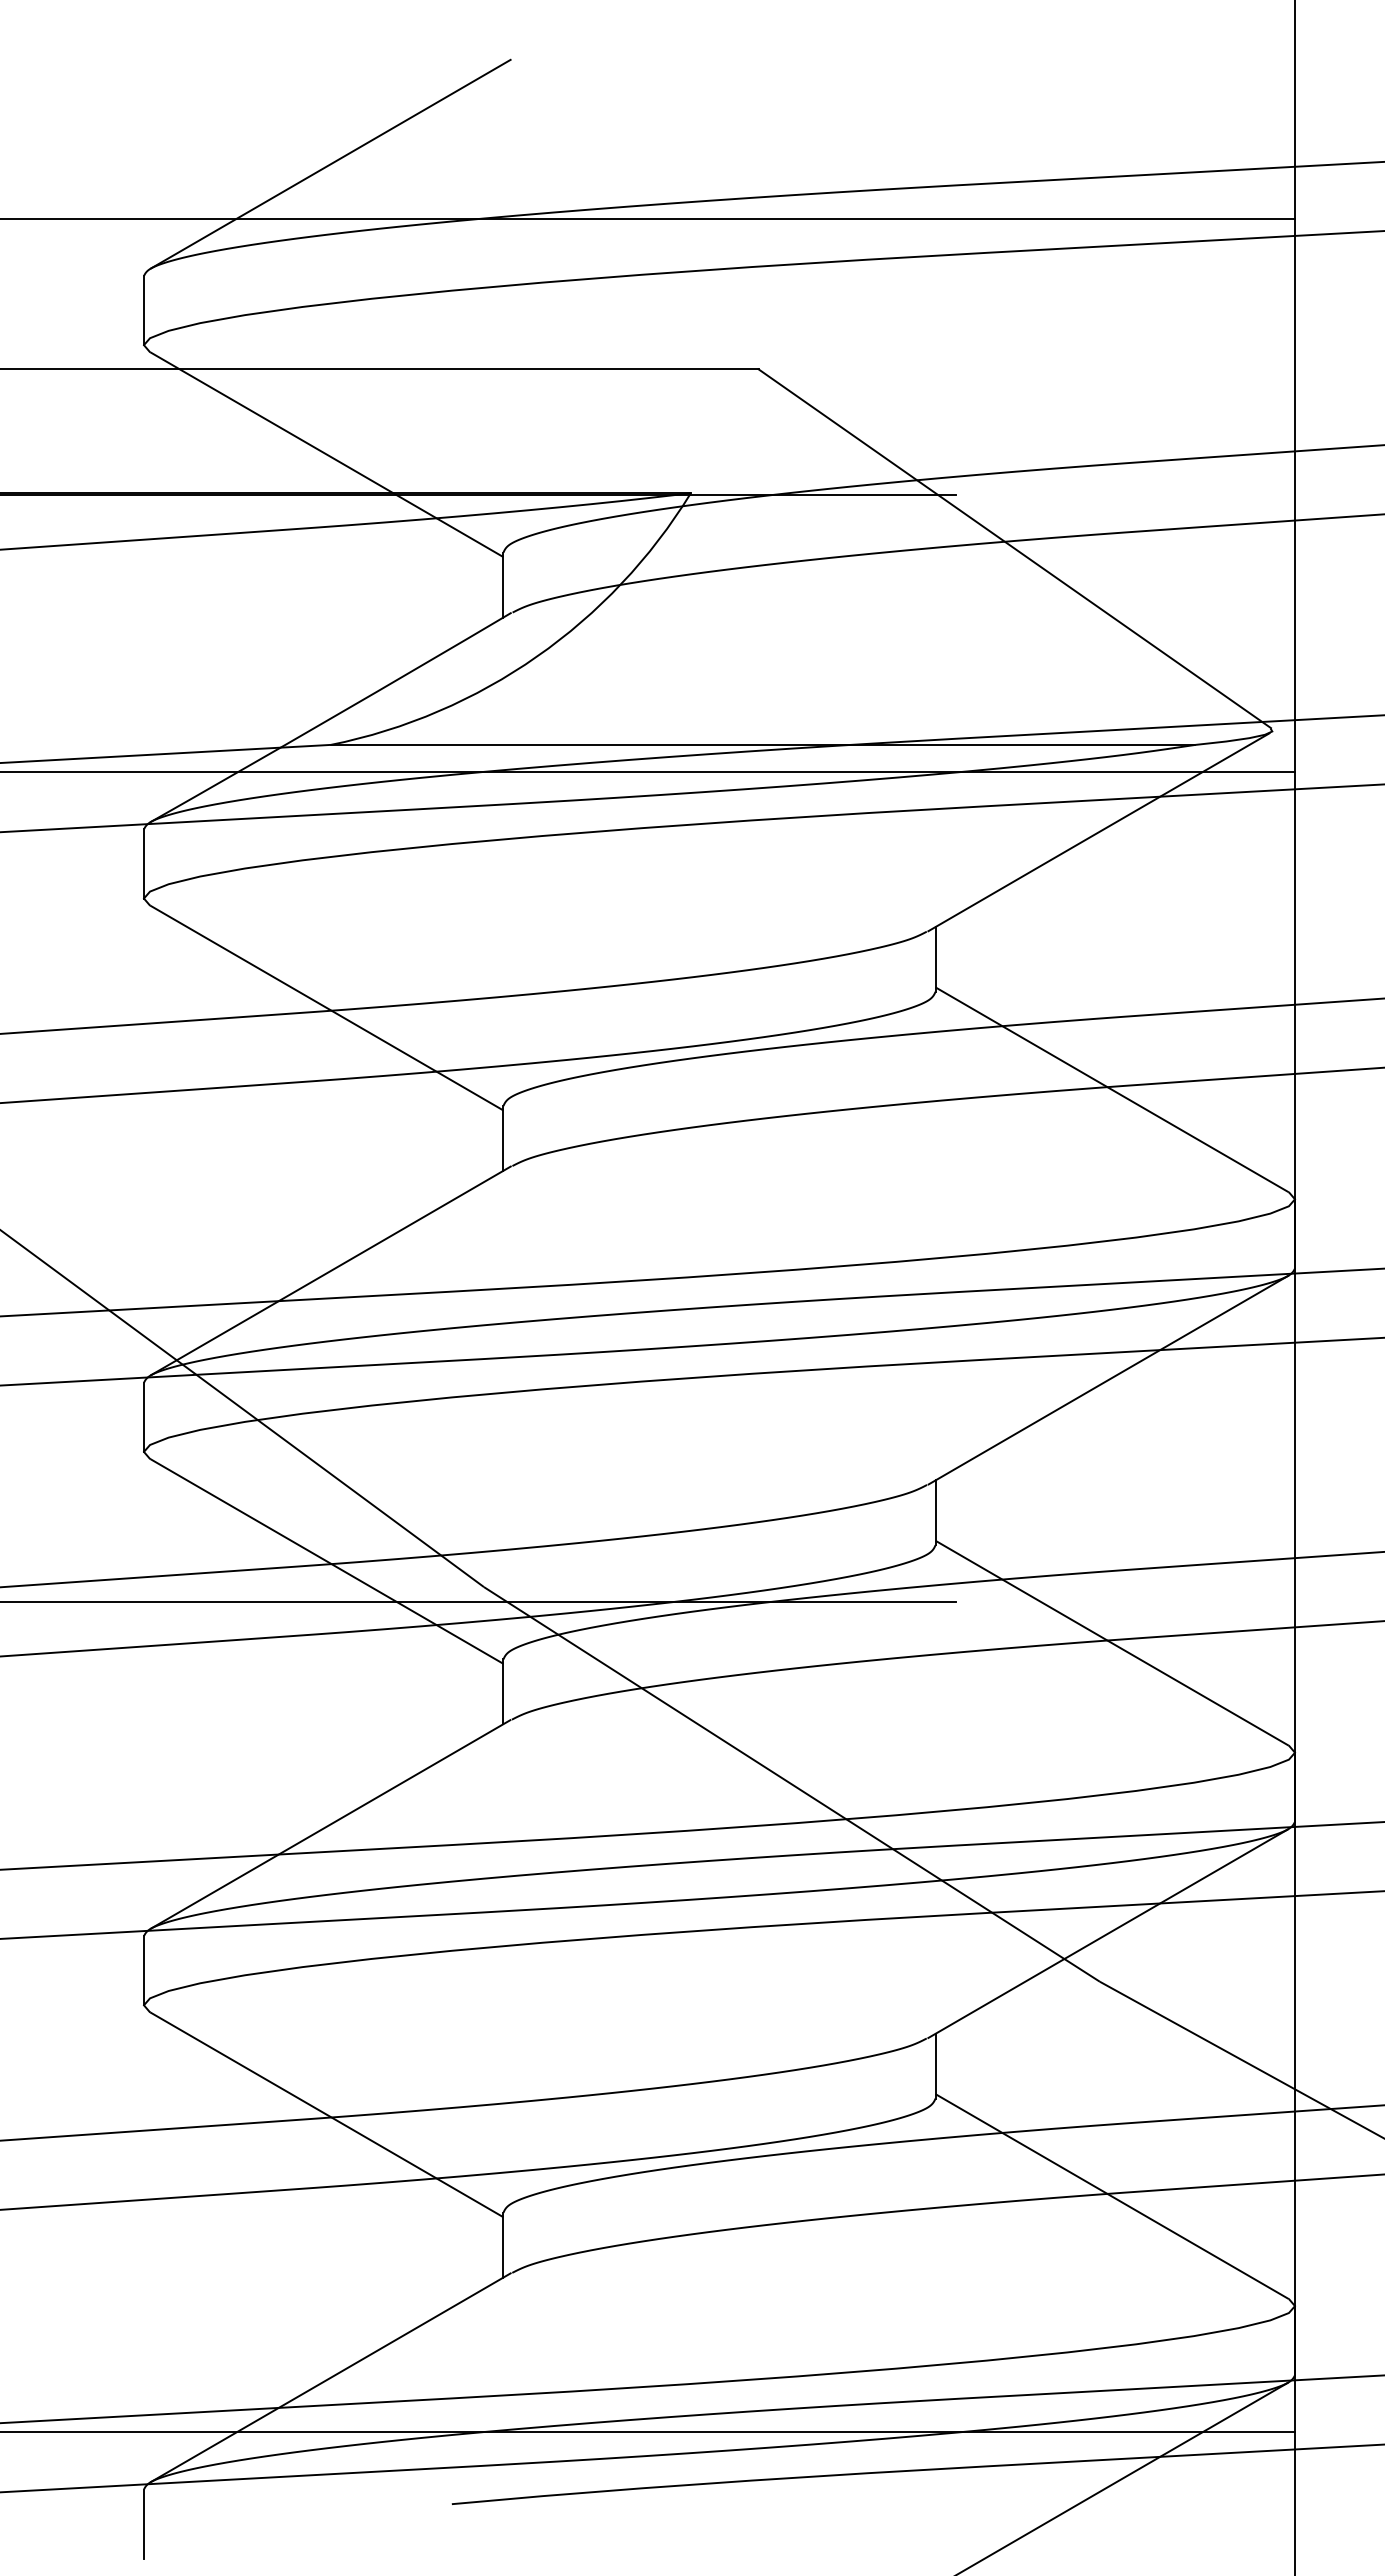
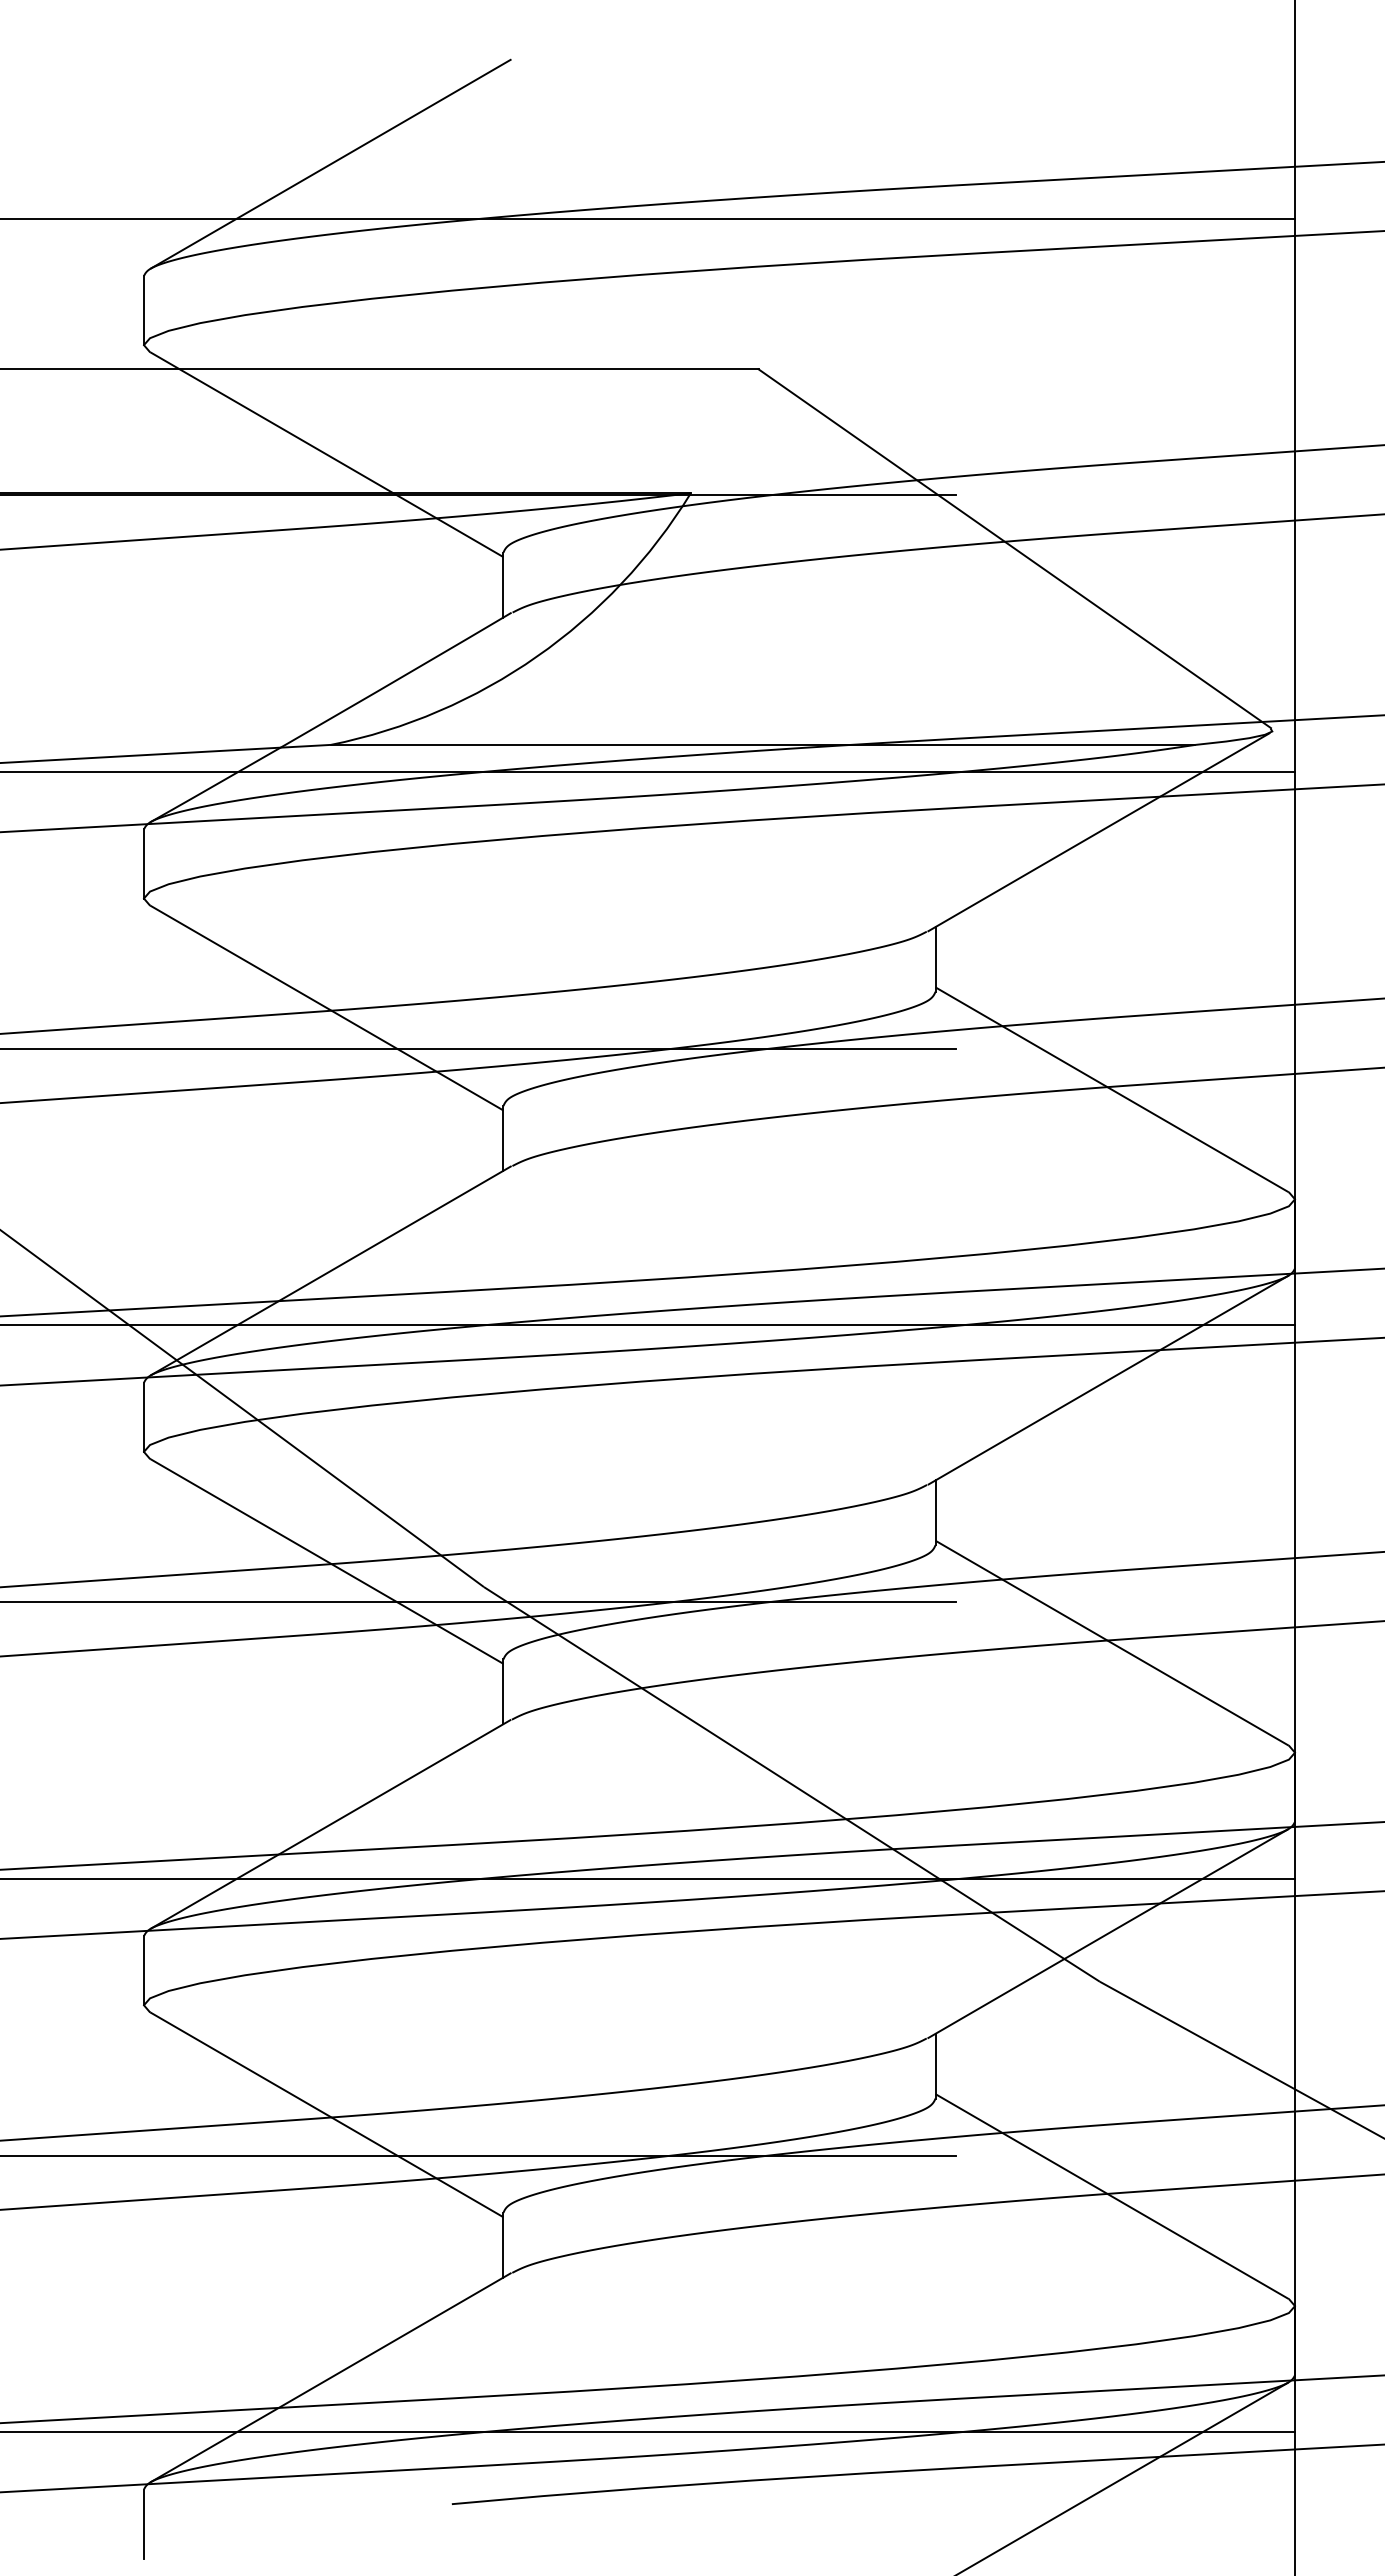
line at (478, 1048): none -> present
line at (648, 1325): none -> present
line at (648, 1878): none -> present
line at (478, 2155): none -> present
